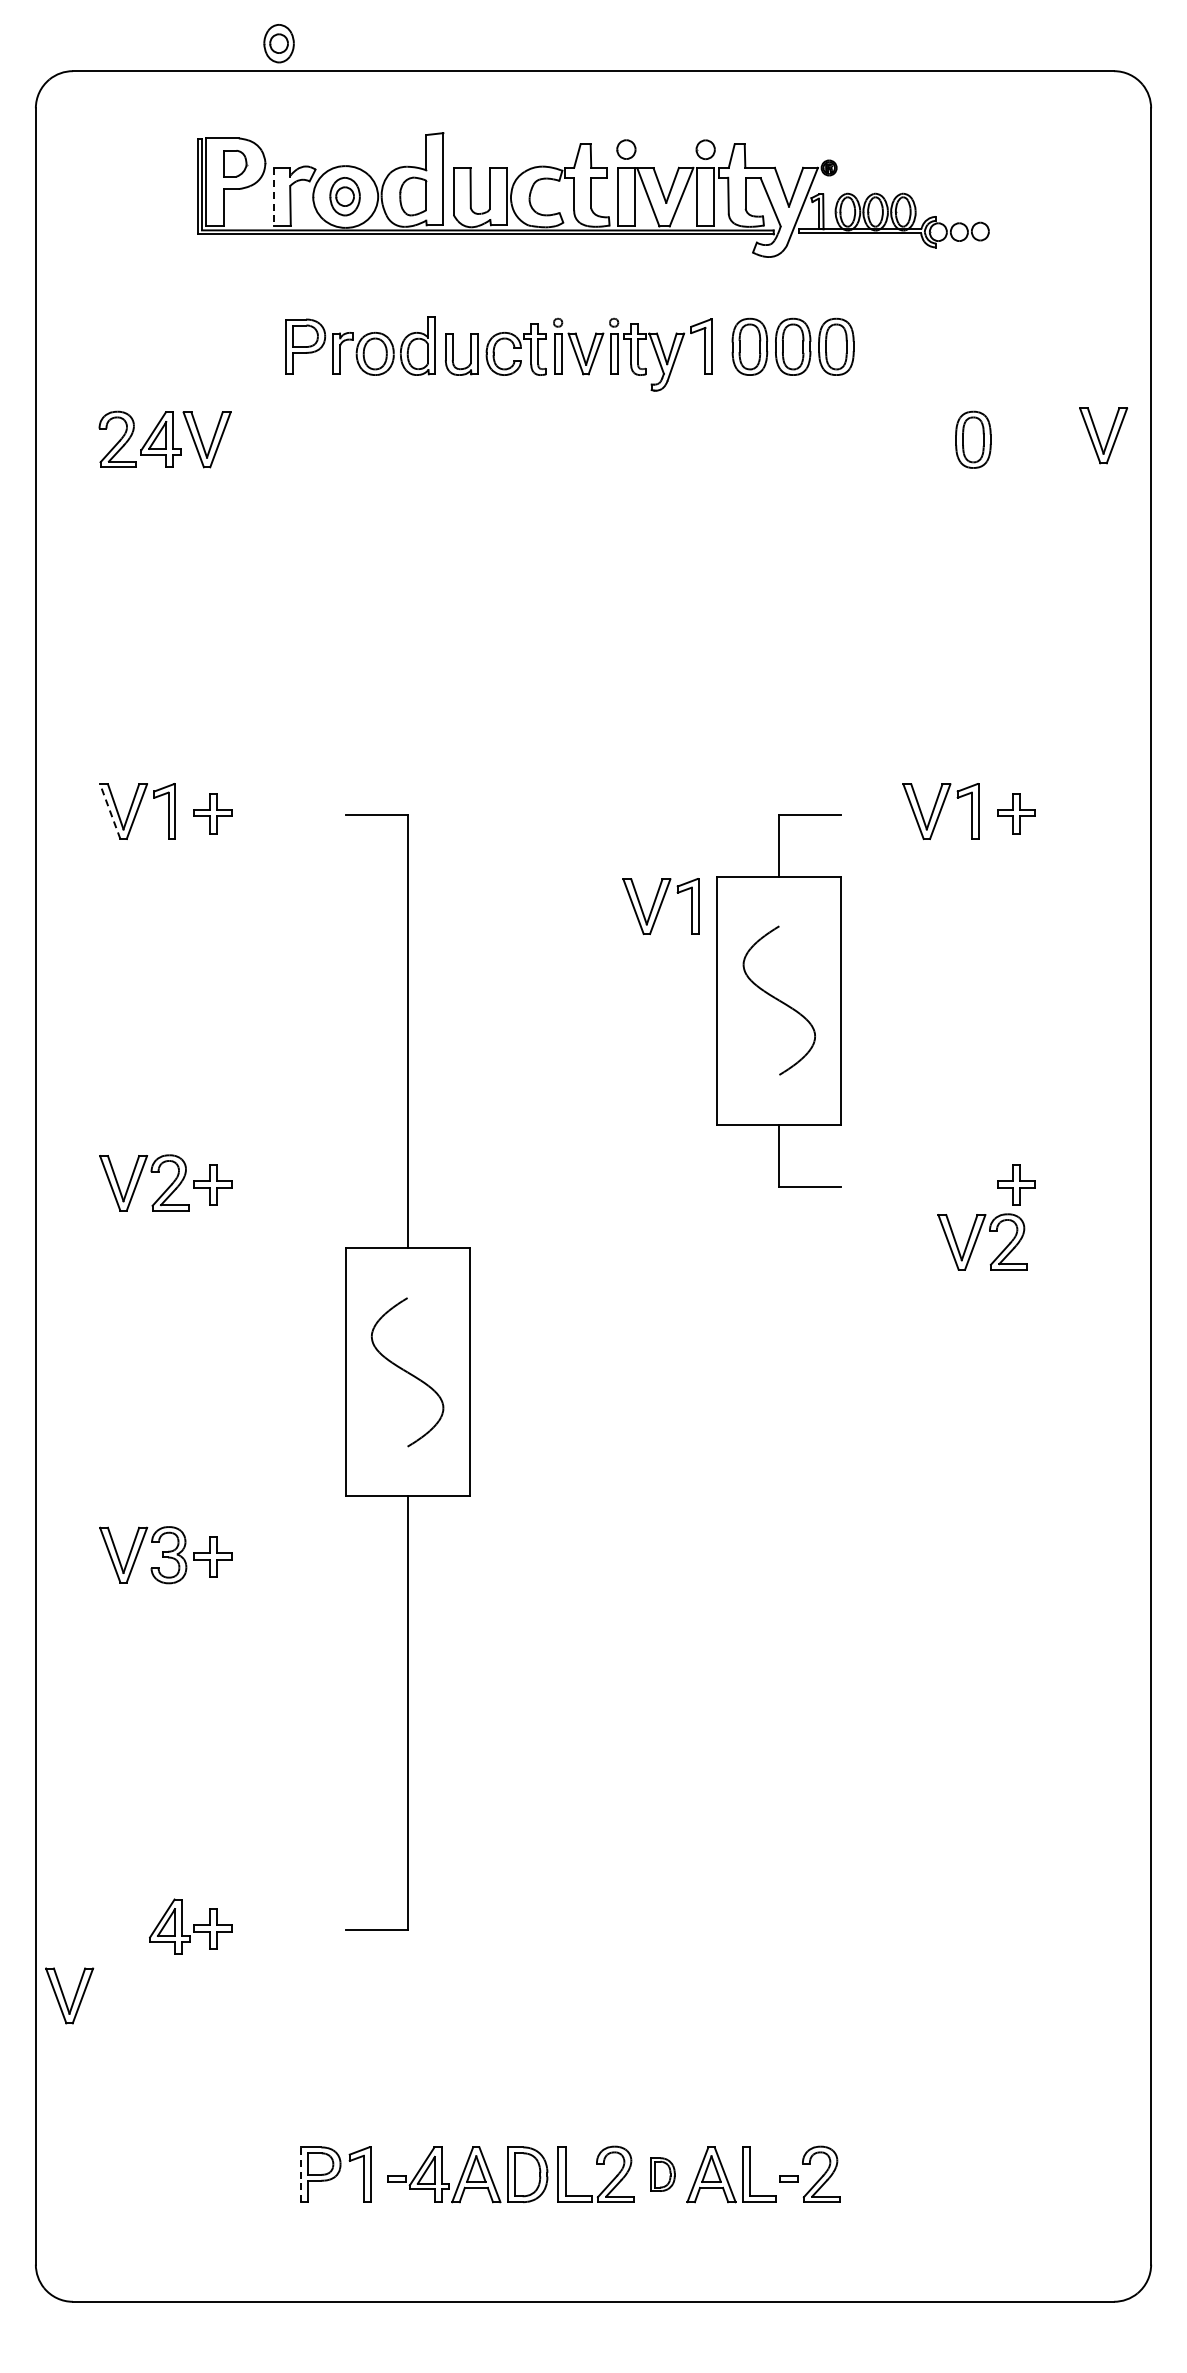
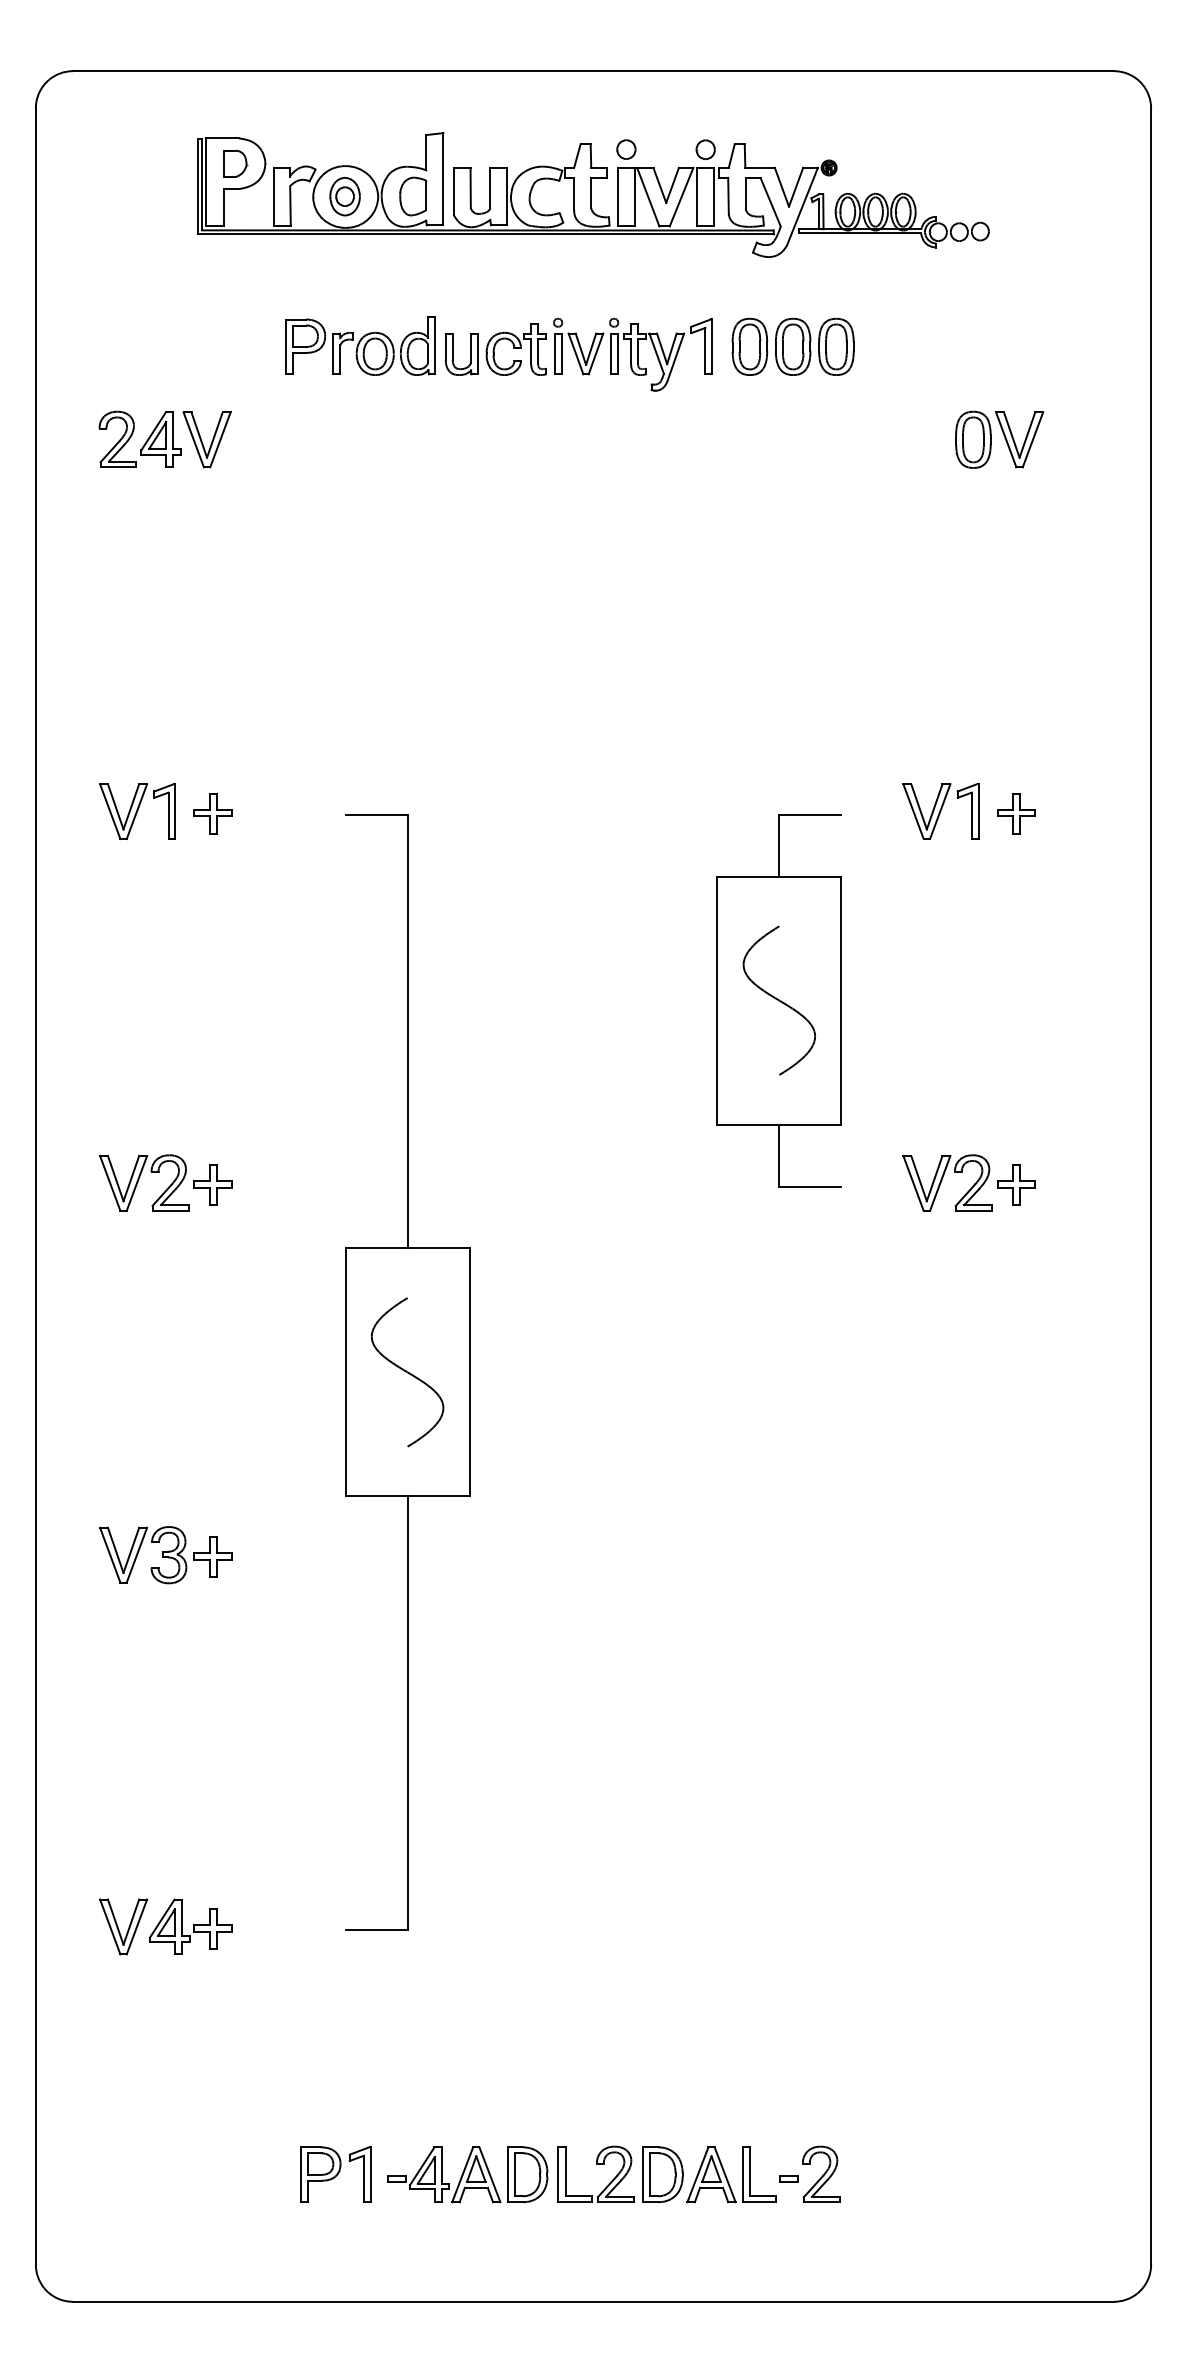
part at (278, 43): present -> none
line at (273, 196): dashed -> solid
part at (1103, 435) position: (1103, 435) -> (1019, 439)
line at (110, 811): dashed -> solid
part at (660, 906): present -> none
part at (982, 1241) position: (982, 1241) -> (947, 1182)
part at (69, 1995) position: (69, 1995) -> (123, 1926)
line at (301, 2174): dashed -> solid
part at (662, 2174) size: 26x35 px -> 42x57 px
